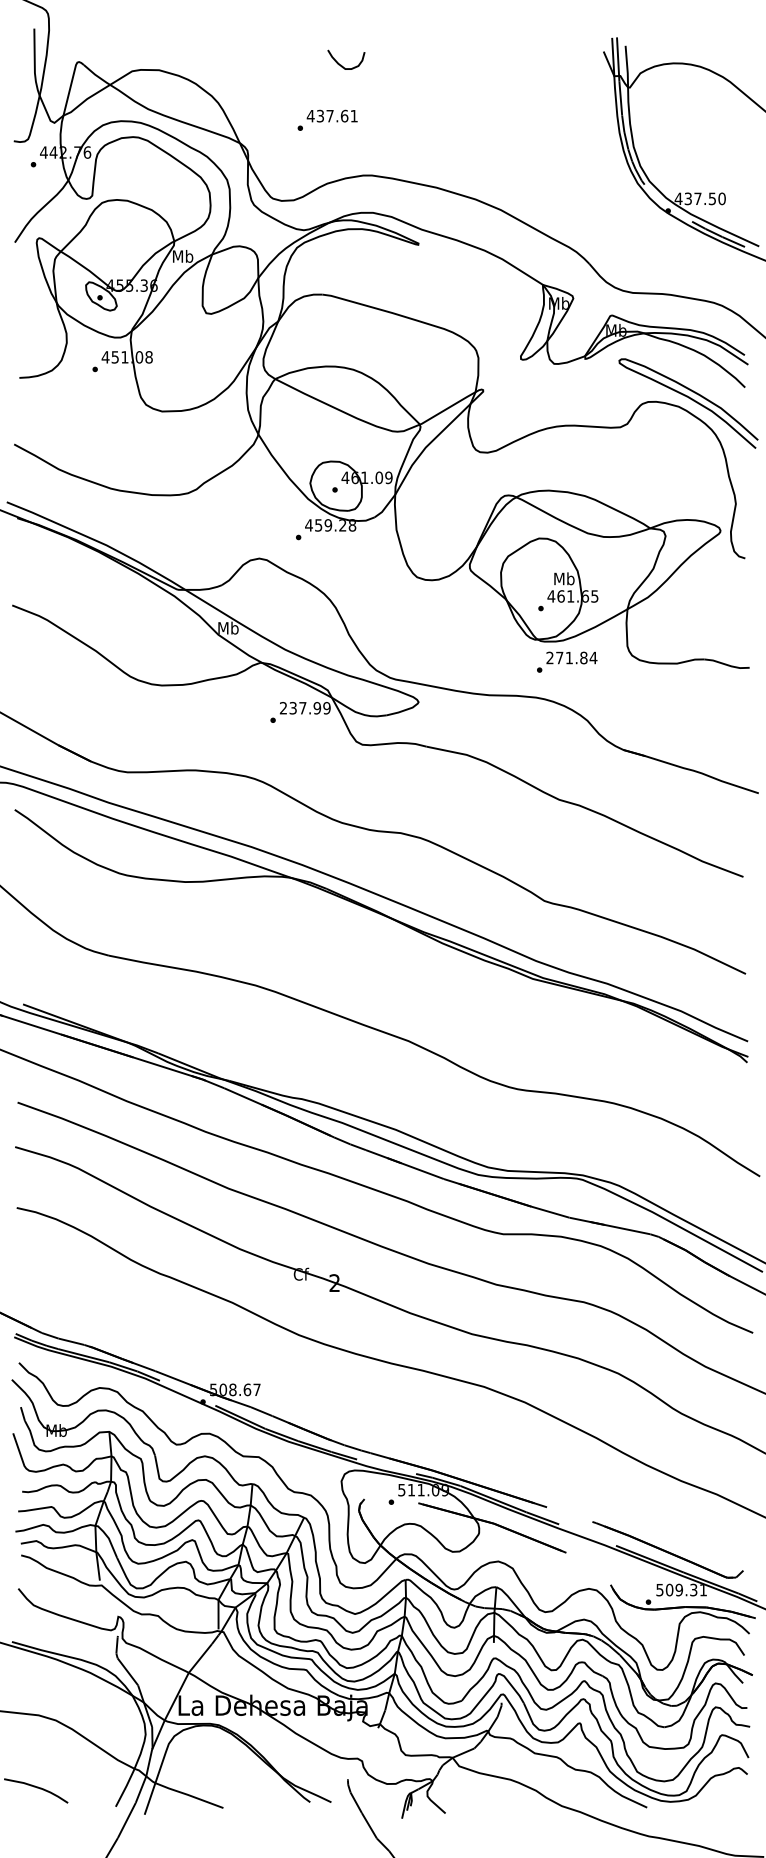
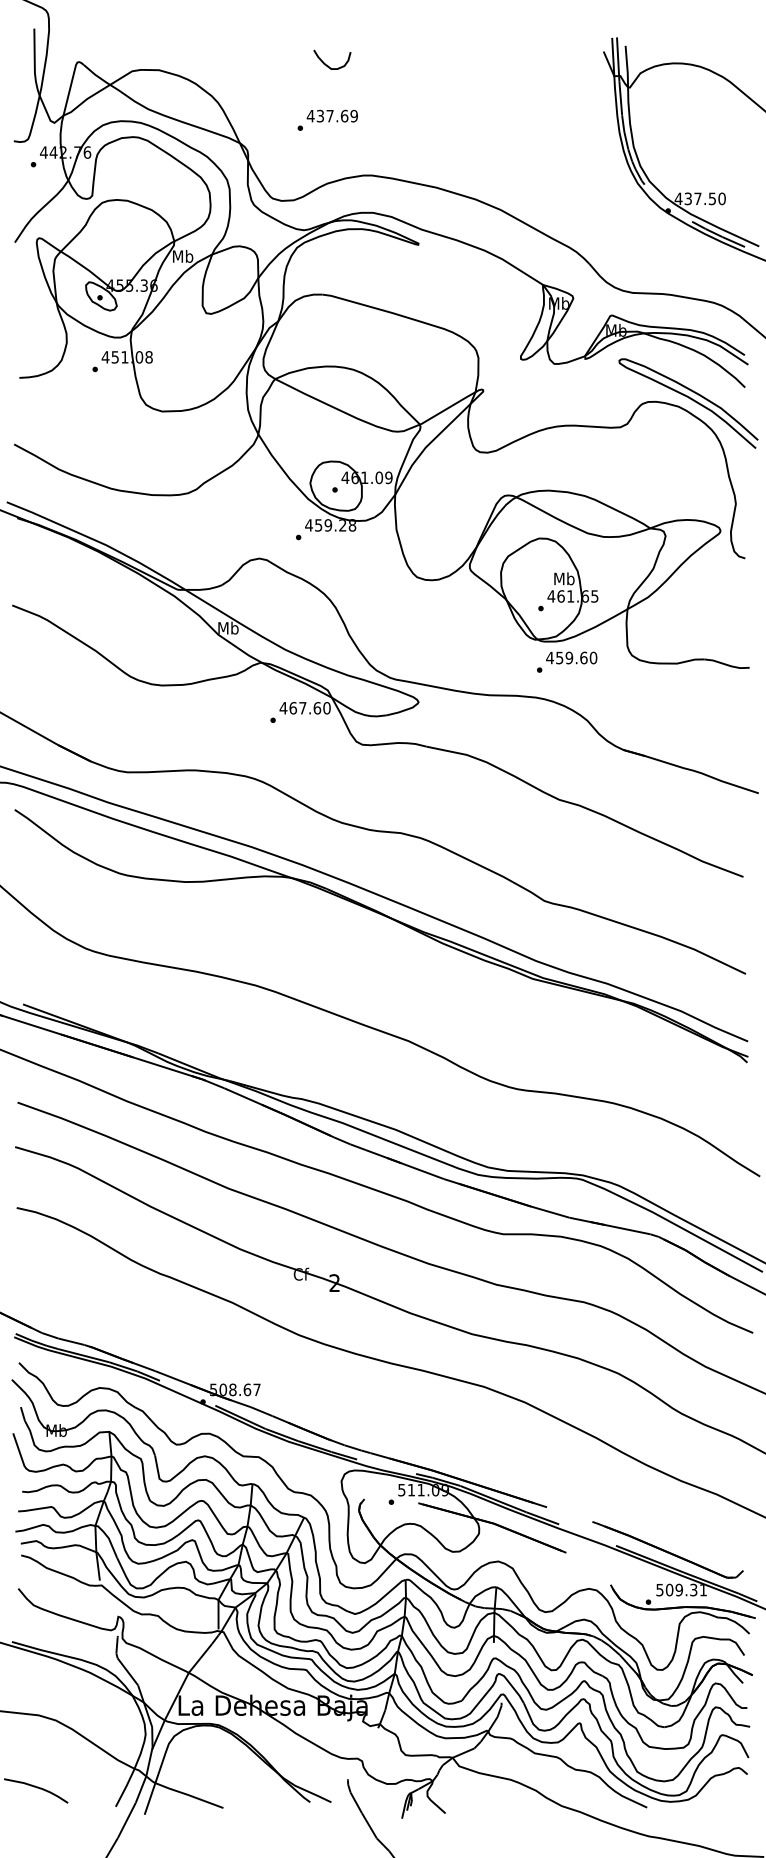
curve at (341, 64) position: (341, 64) -> (327, 64)
text at (353, 115): 437.61 -> 437.69
text at (571, 657): 271.84 -> 459.60
text at (304, 708): 237.99 -> 467.60
